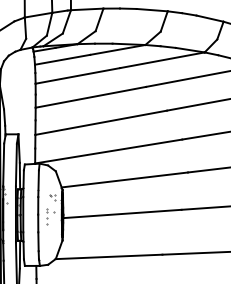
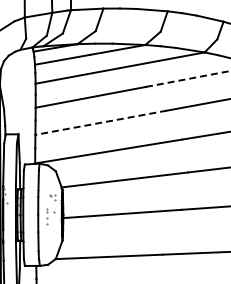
line at (188, 78): solid -> dashed
line at (101, 122): solid -> dashed
